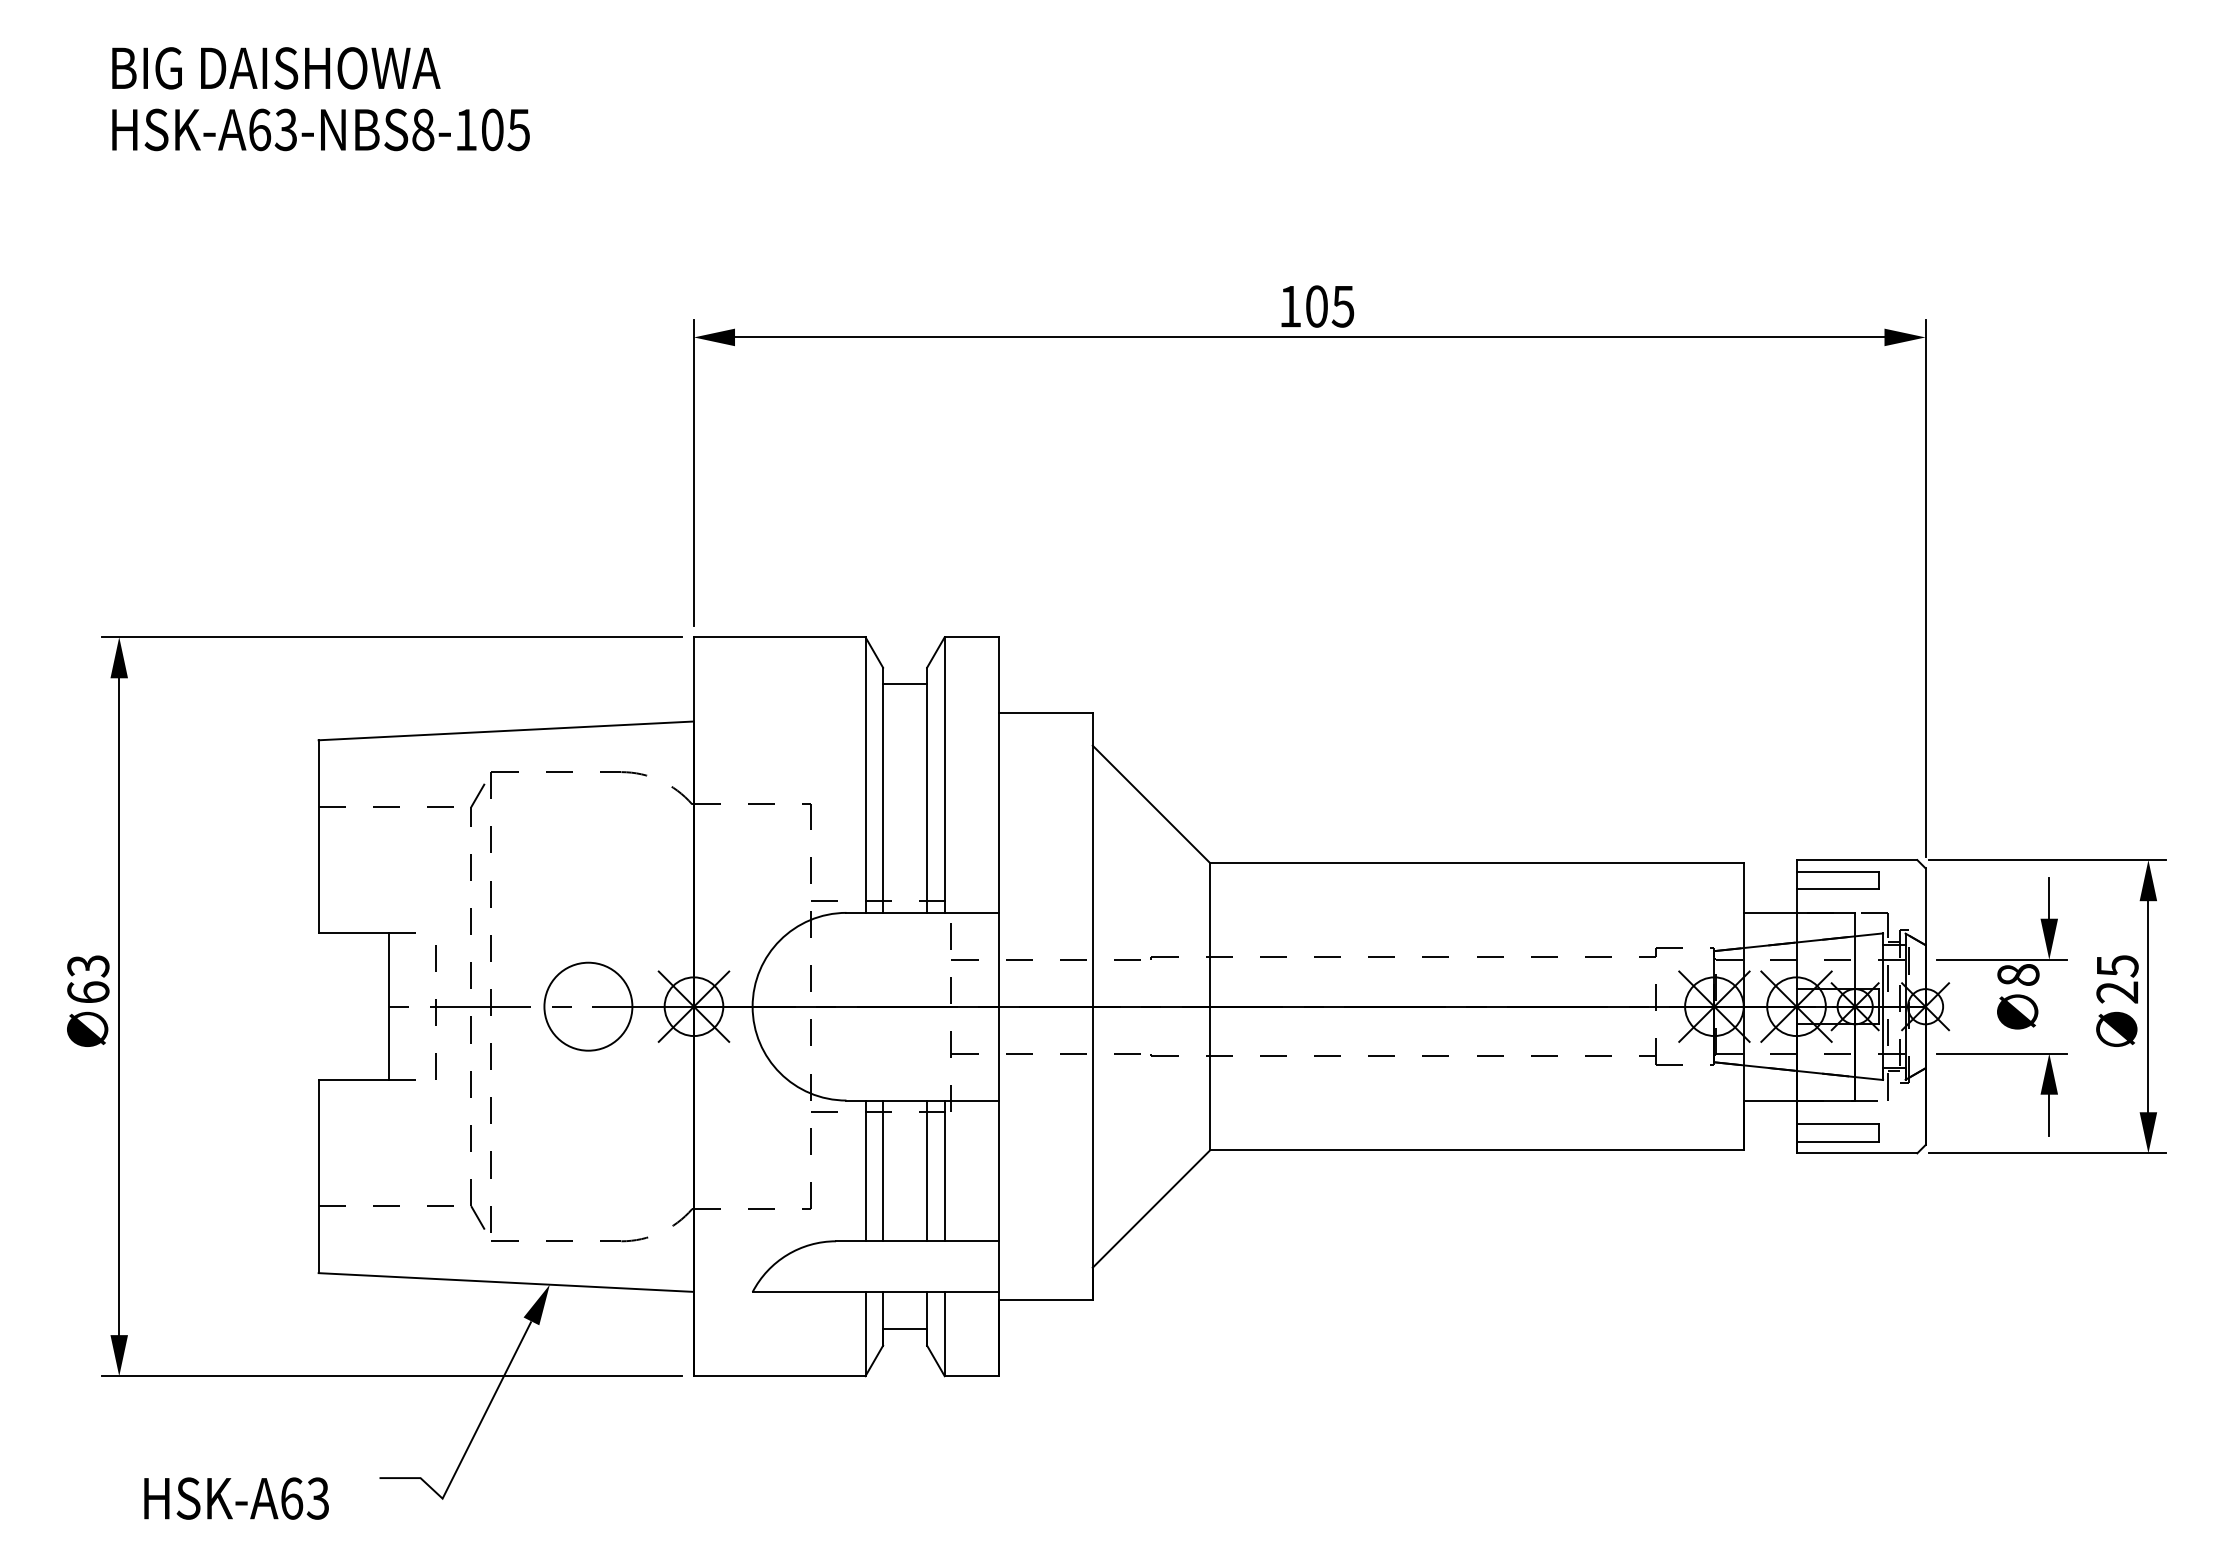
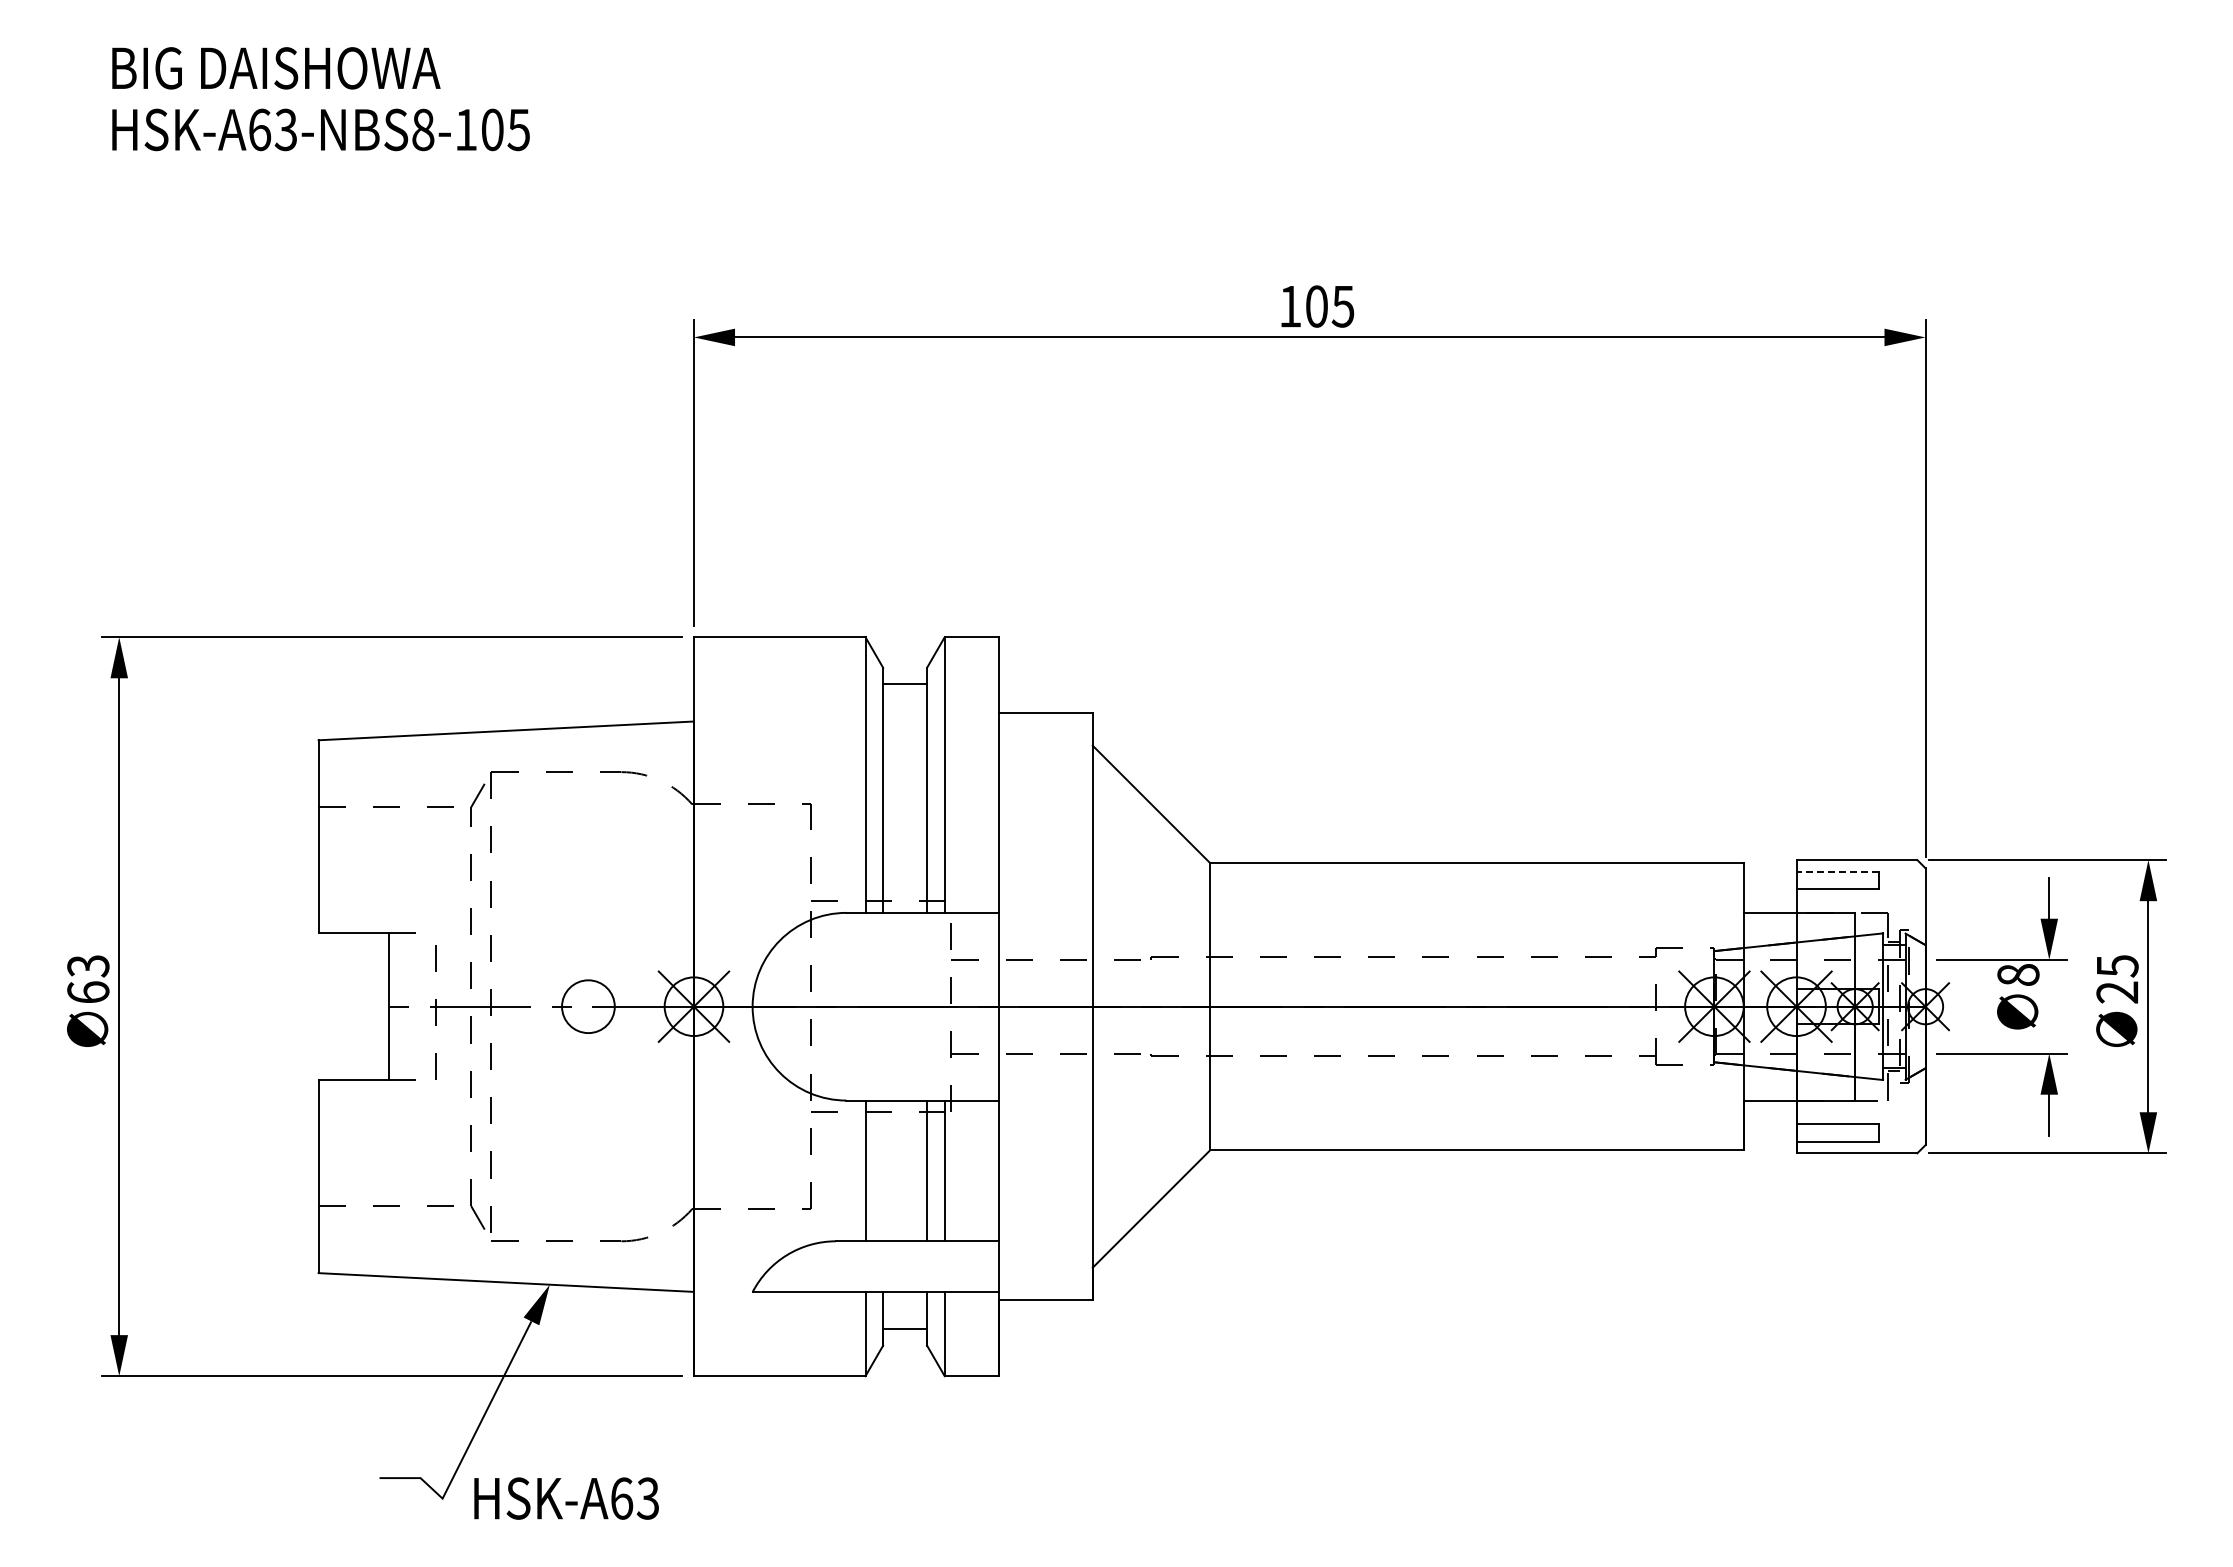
line at (1837, 871): solid -> dashed
circle at (588, 1006) diameter: 88 px -> 53 px
line at (883, 1170): present -> none
text at (236, 1498) position: (236, 1498) -> (566, 1498)
